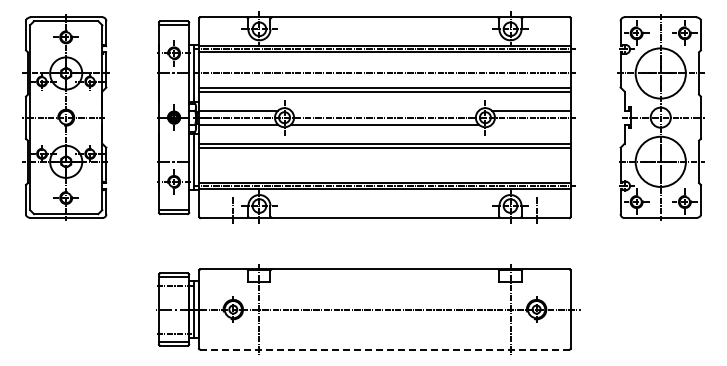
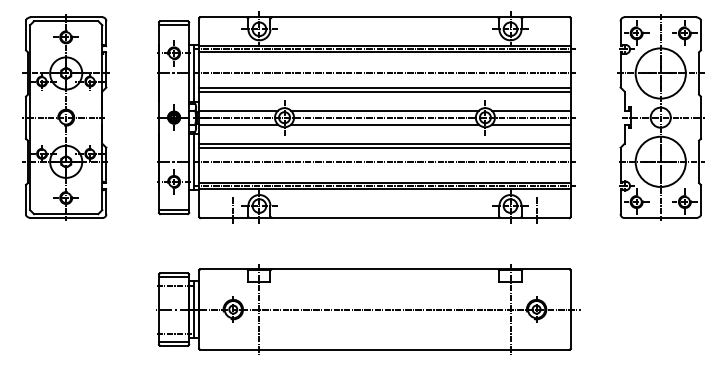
line at (384, 110): none -> present
line at (530, 124): none -> present
line at (384, 161): none -> present
line at (384, 349): dashed -> solid
